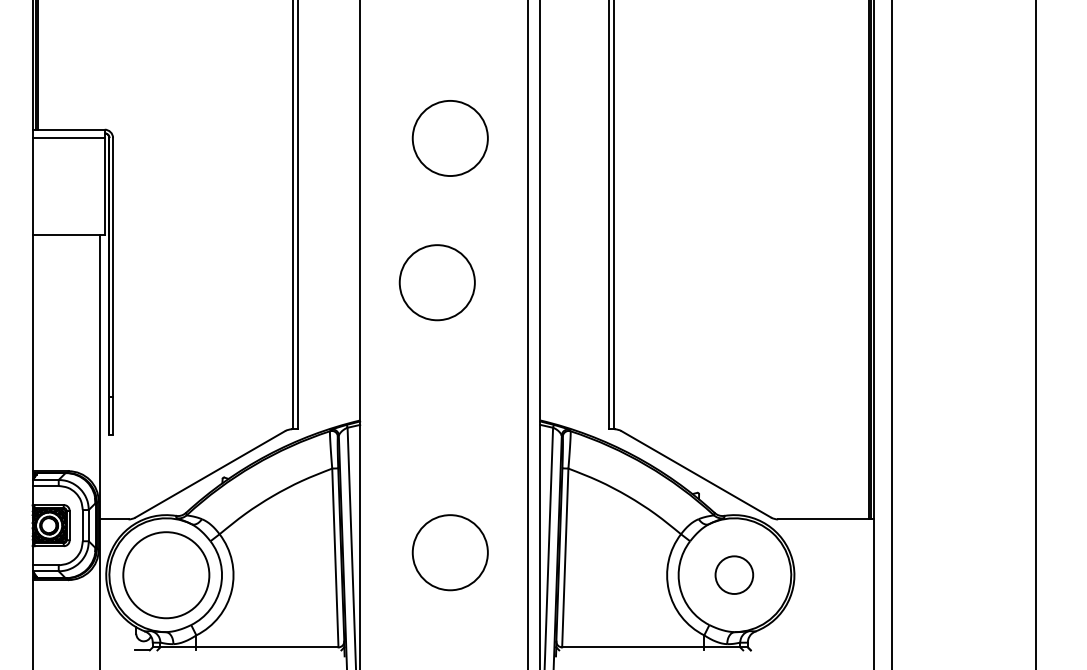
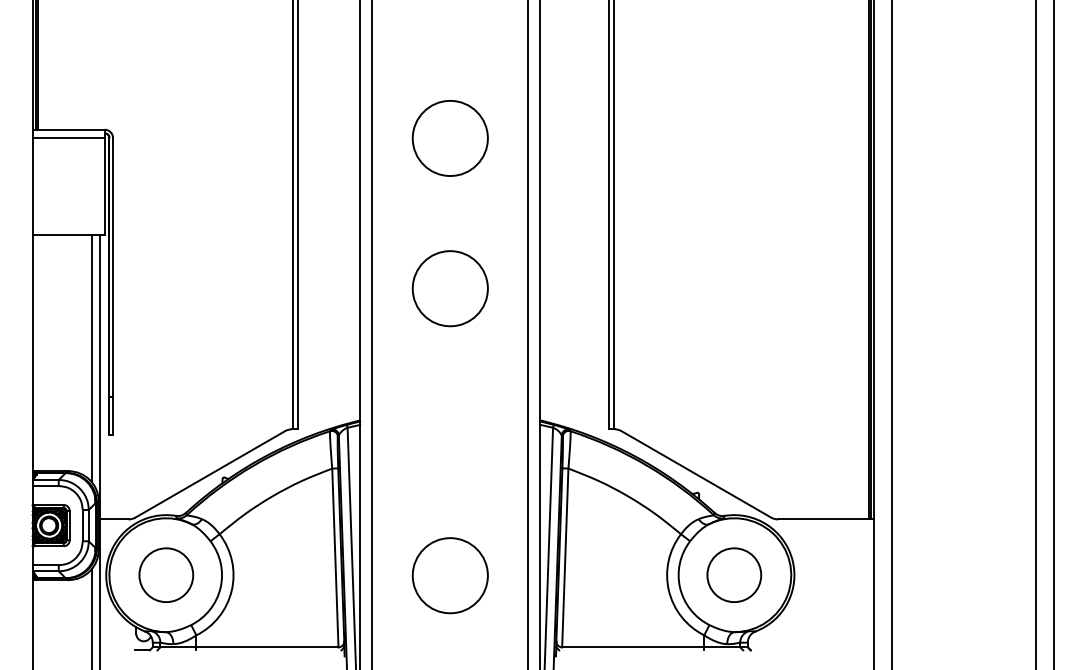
circle at (436, 282) position: (436, 282) -> (449, 288)
line at (372, 334): none -> present
line at (1054, 334): none -> present
line at (91, 357): none -> present
circle at (449, 552) position: (449, 552) -> (449, 575)
circle at (734, 574) size: 41x40 px -> 57x56 px
circle at (166, 575) diameter: 86 px -> 54 px
line at (91, 617): none -> present
